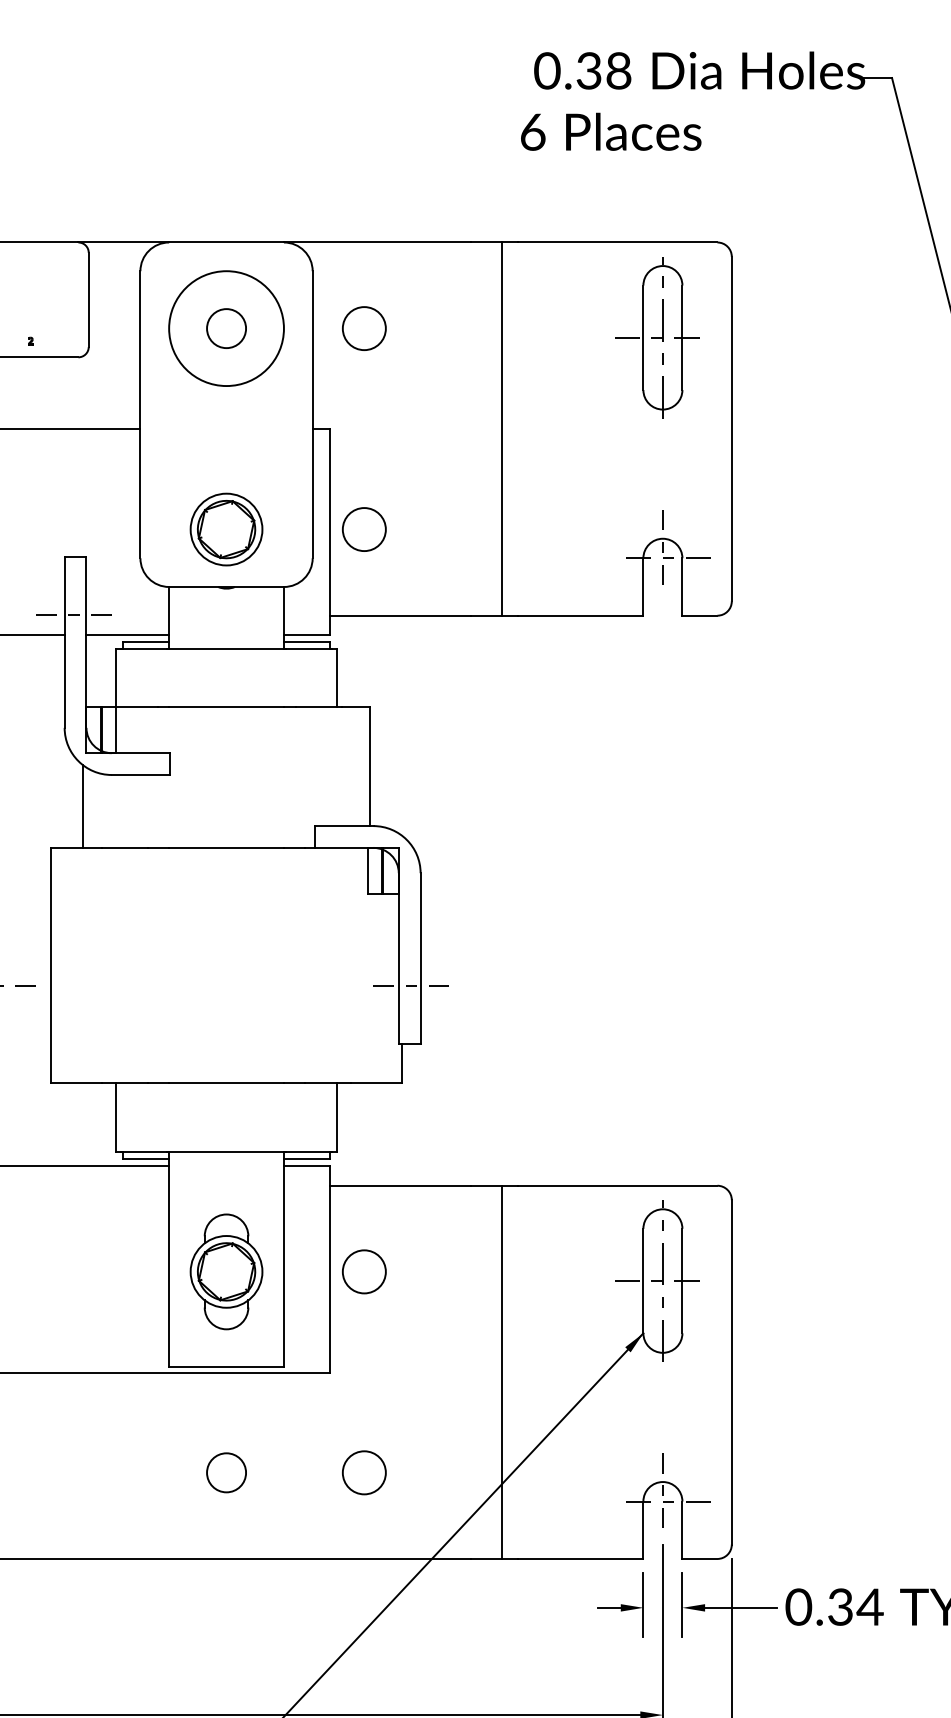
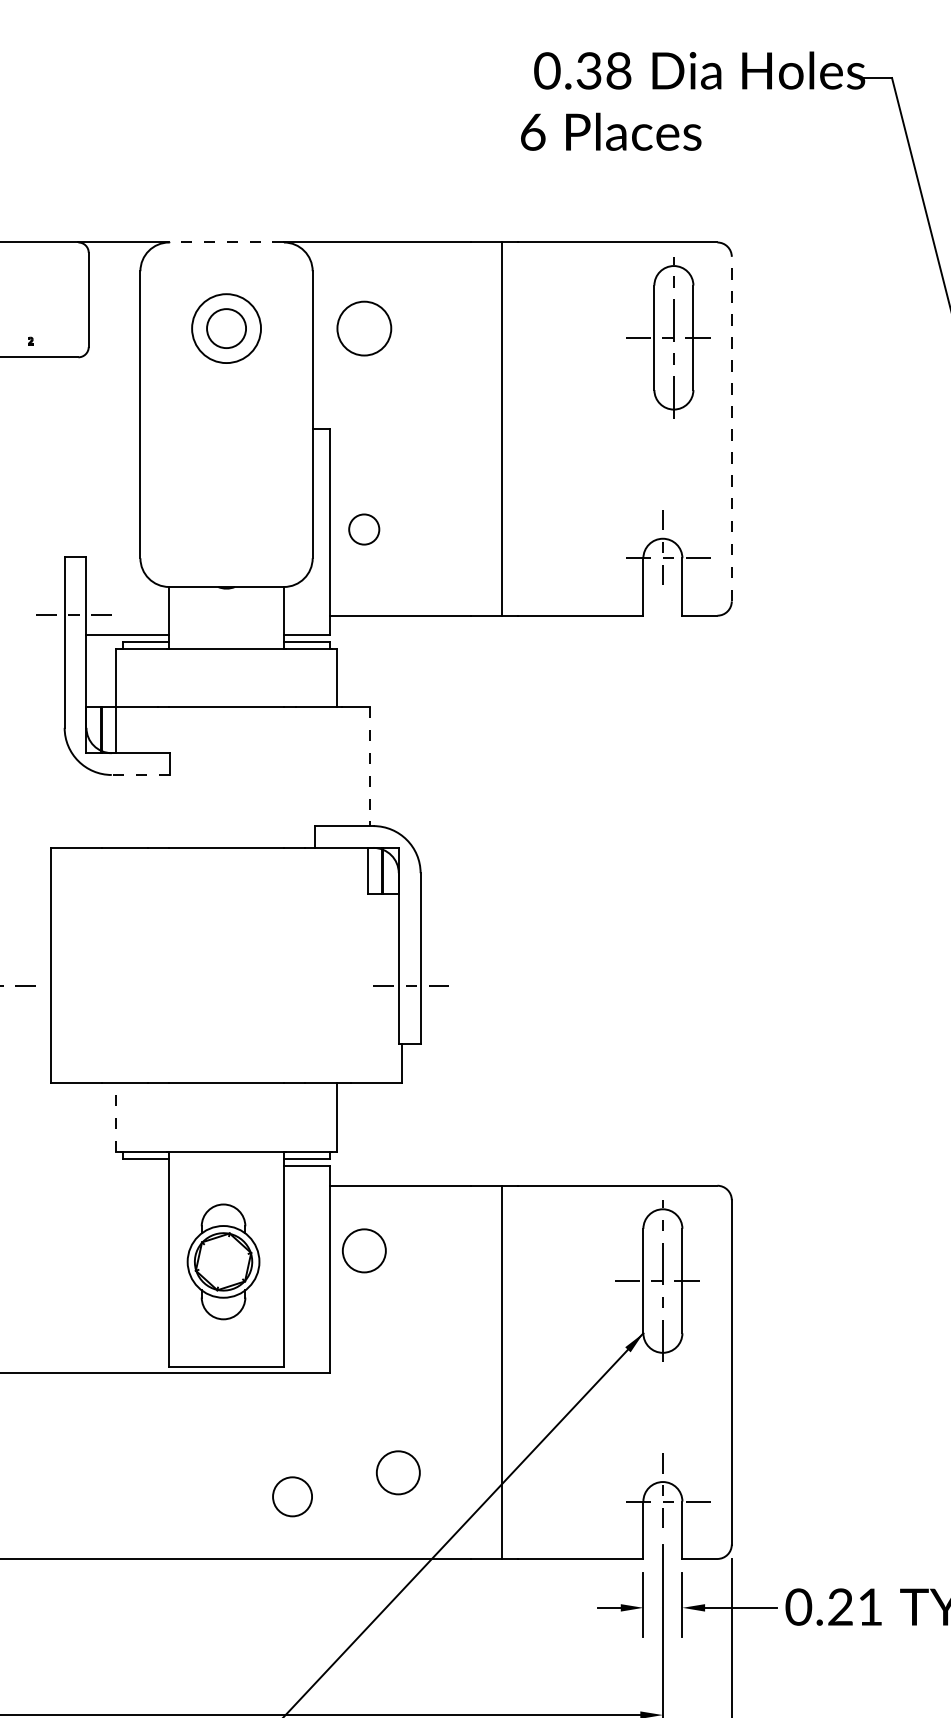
line at (226, 242): solid -> dashed
circle at (226, 328) diameter: 115 px -> 69 px
circle at (363, 328) diameter: 43 px -> 54 px
part at (657, 337) position: (657, 337) -> (668, 337)
line at (71, 428): present -> none
line at (731, 428): solid -> dashed
part at (226, 529): present -> none
circle at (363, 529) size: 46x45 px -> 33x33 px
line at (33, 635): present -> none
line at (370, 766): solid -> dashed
line at (140, 774): solid -> dashed
line at (83, 806): present -> none
line at (116, 1117): solid -> dashed
line at (85, 1165): present -> none
part at (226, 1271) position: (226, 1271) -> (223, 1261)
circle at (364, 1271) position: (364, 1271) -> (364, 1250)
circle at (226, 1472) position: (226, 1472) -> (292, 1496)
circle at (364, 1472) position: (364, 1472) -> (398, 1472)
text at (855, 1606): 0.34 -> 0.21
